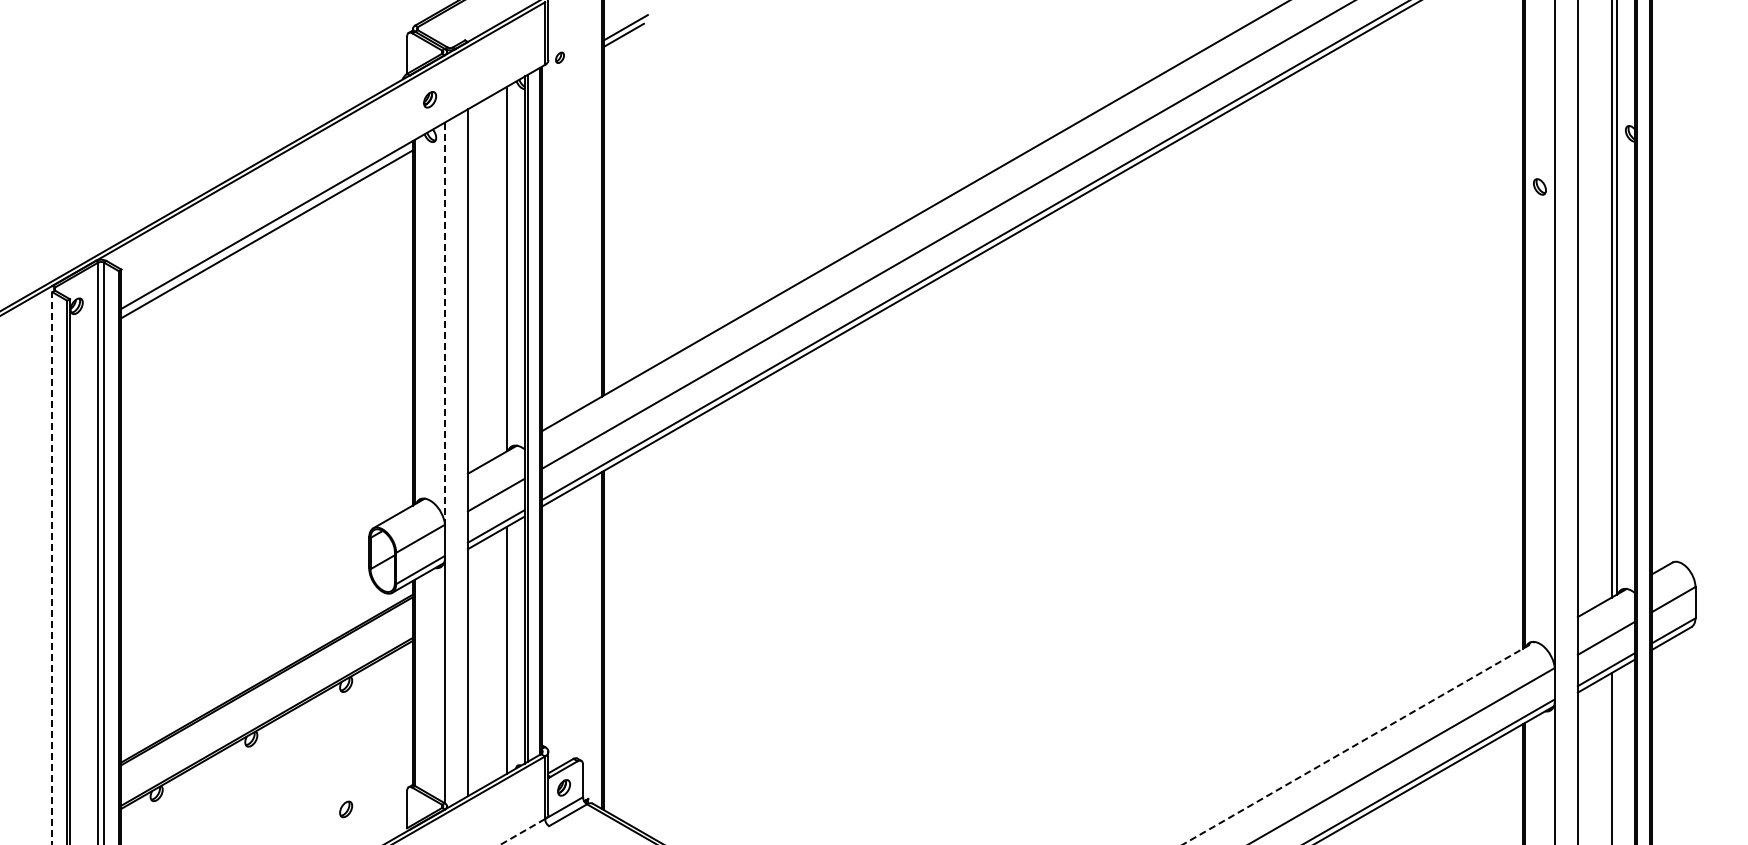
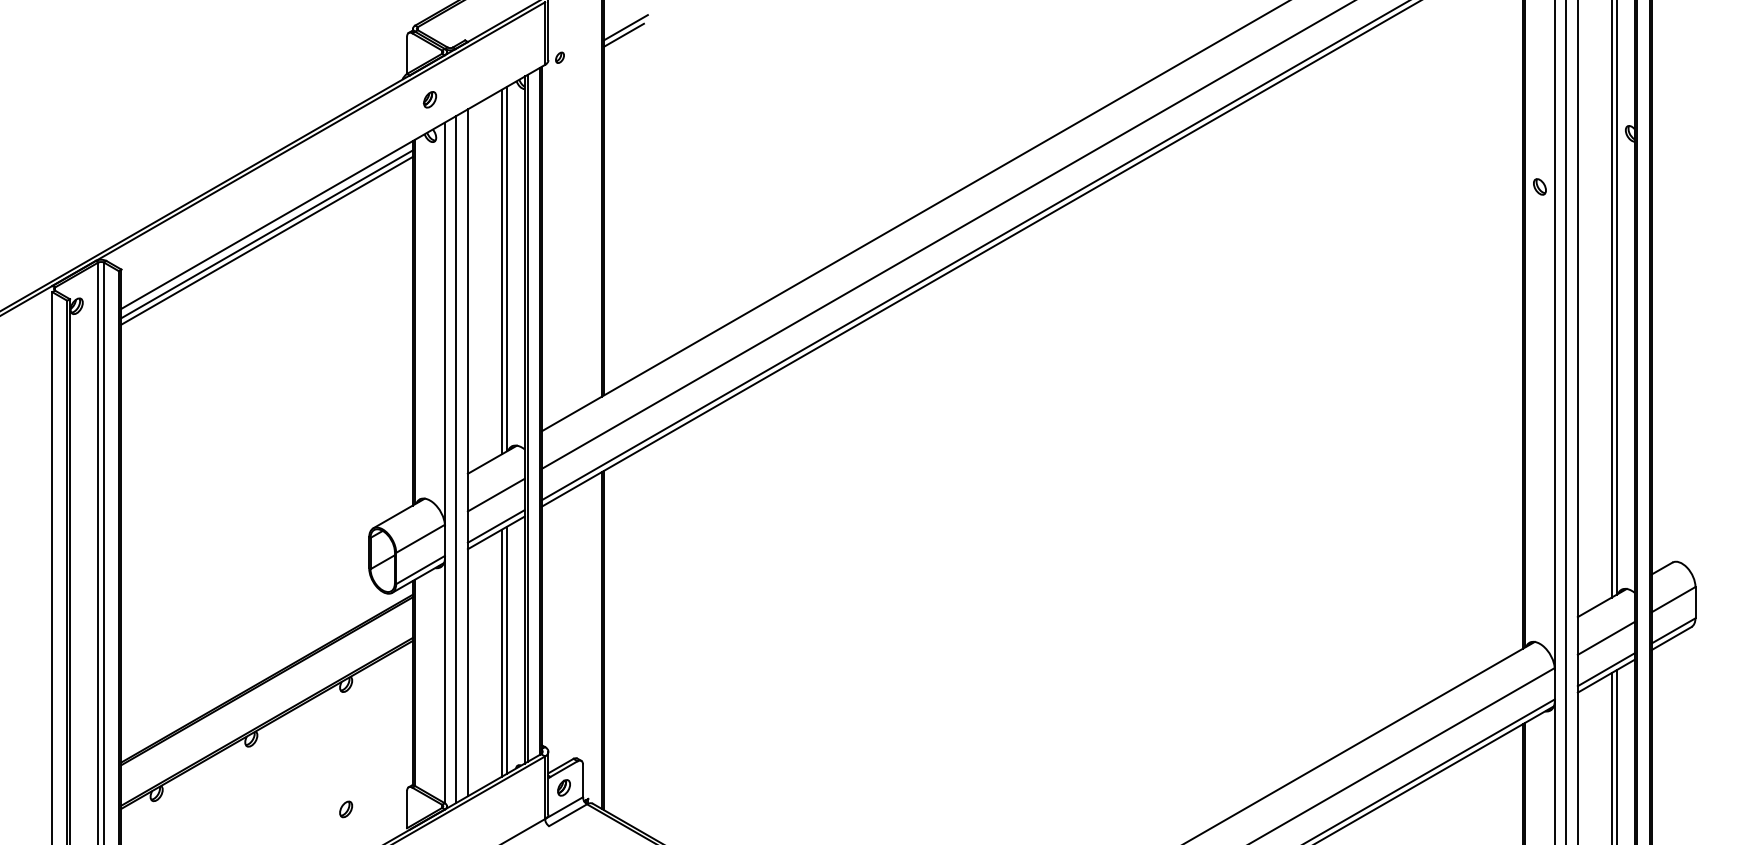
line at (266, 240): none -> present
line at (501, 271): none -> present
line at (444, 324): dashed -> solid
line at (1565, 421): none -> present
line at (455, 459): none -> present
line at (52, 568): dashed -> solid
line at (501, 652): none -> present
line at (1358, 743): dashed -> solid
line at (1616, 755): none -> present
line at (522, 832): dashed -> solid
